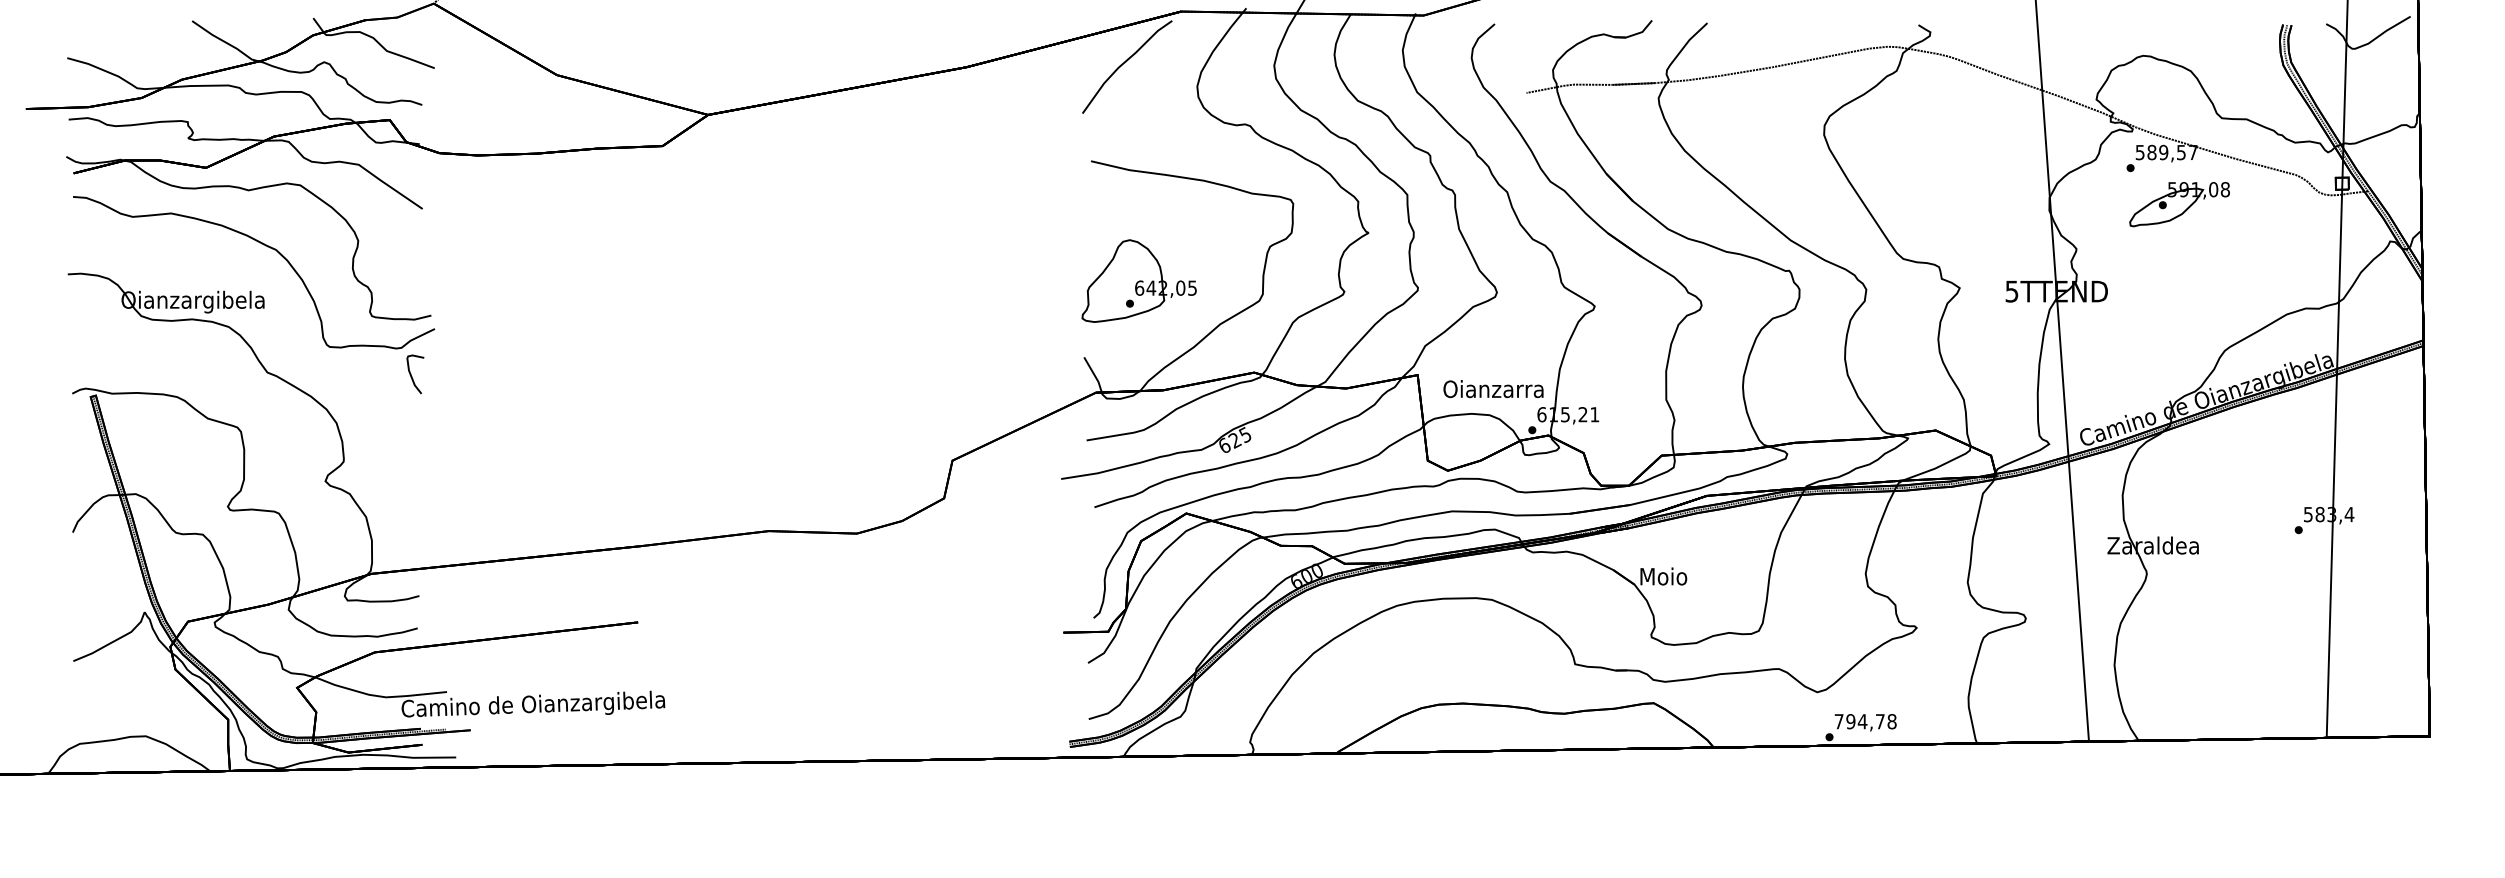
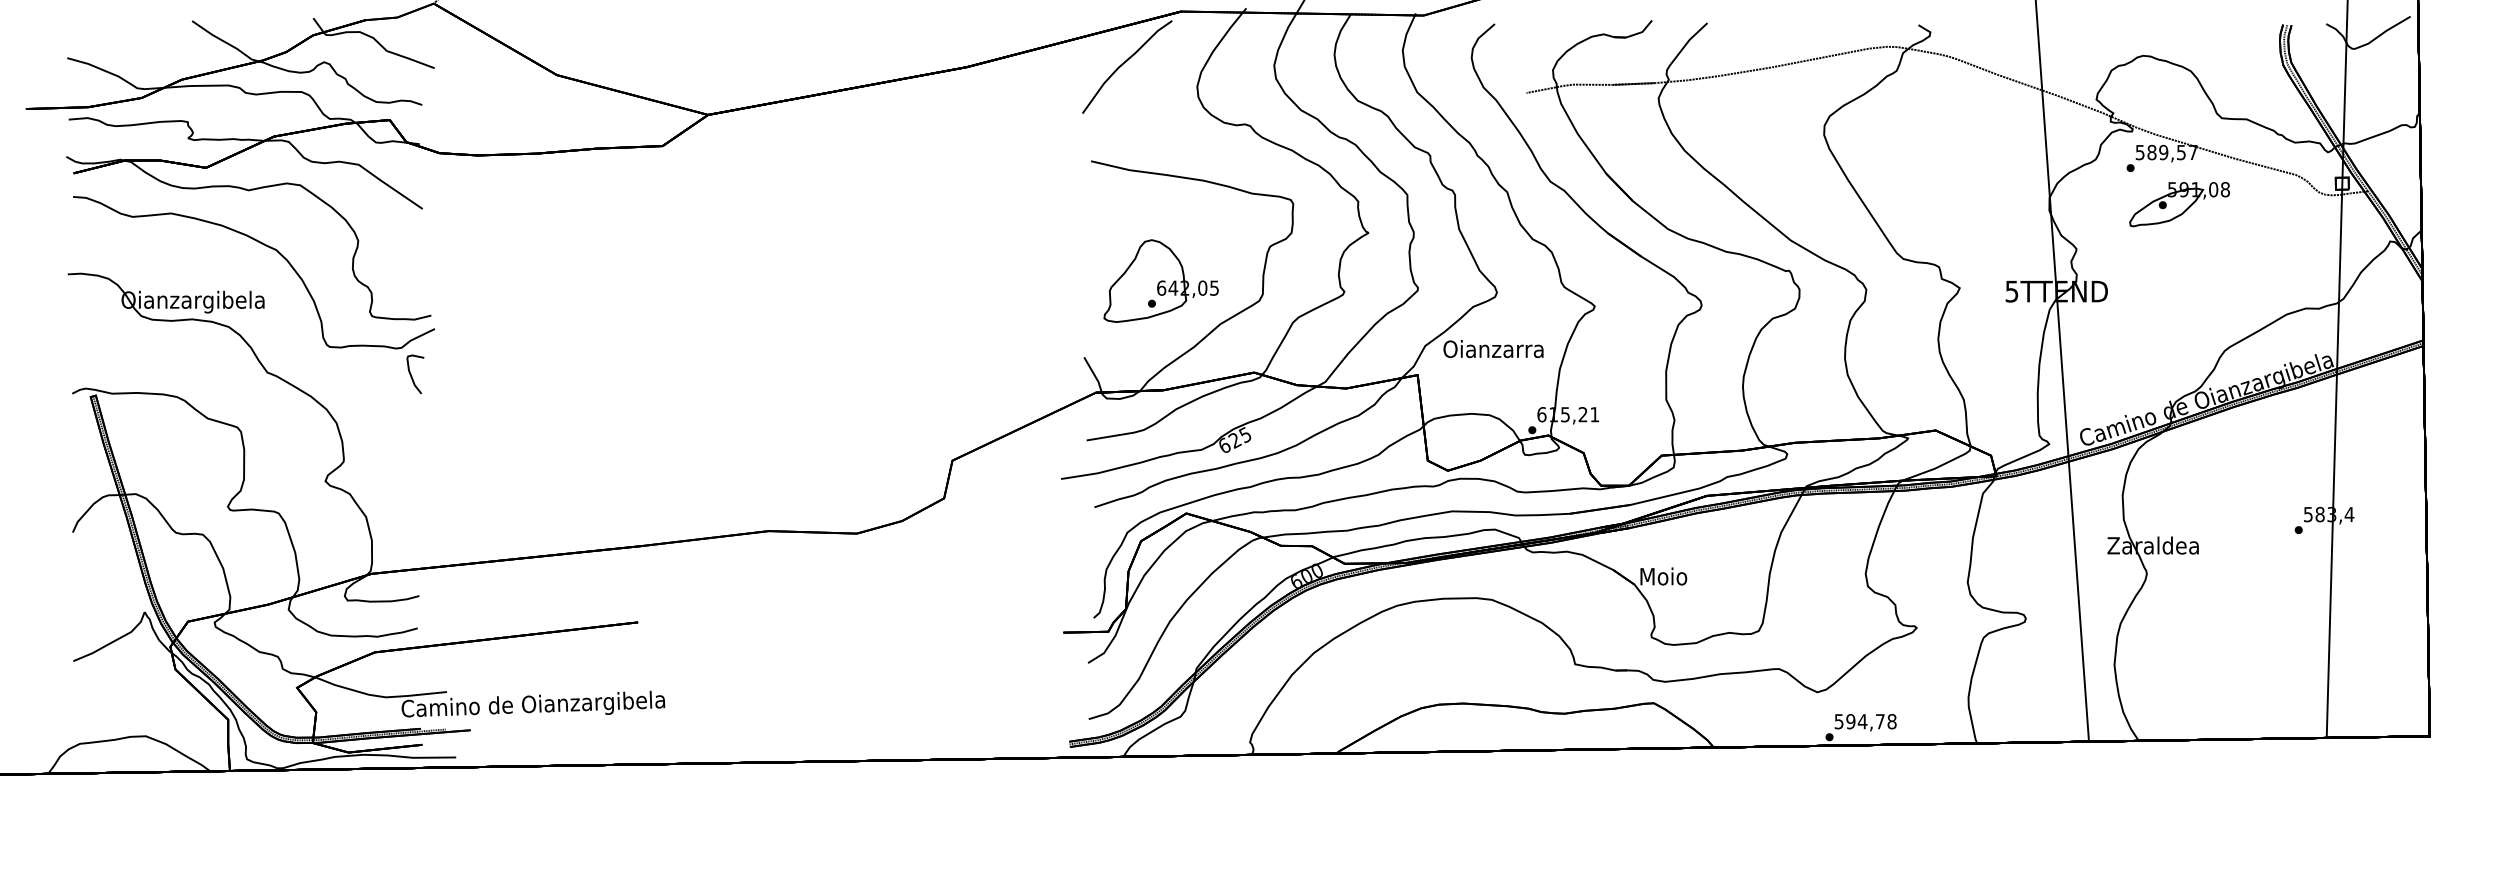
part at (1138, 280) position: (1138, 280) -> (1160, 280)
text at (1493, 389) position: (1493, 389) -> (1493, 349)
text at (1838, 721): 794,78 -> 594,78
